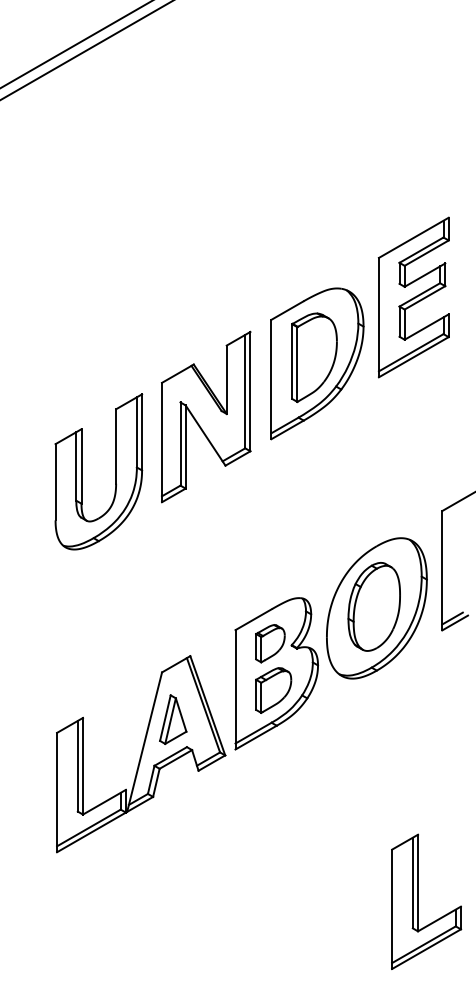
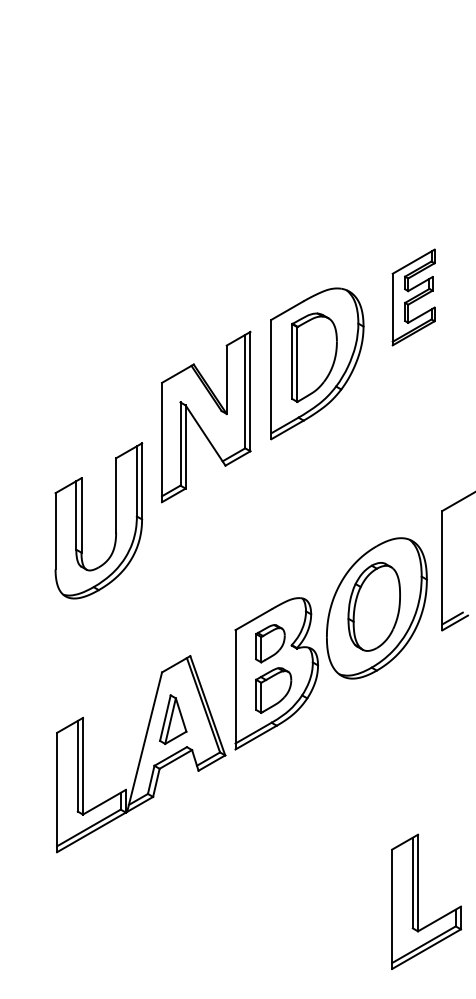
line at (75, 44): present -> none
line at (86, 50): present -> none
part at (413, 297) size: 73x163 px -> 45x99 px
part at (82, 471) position: (82, 471) -> (82, 520)
